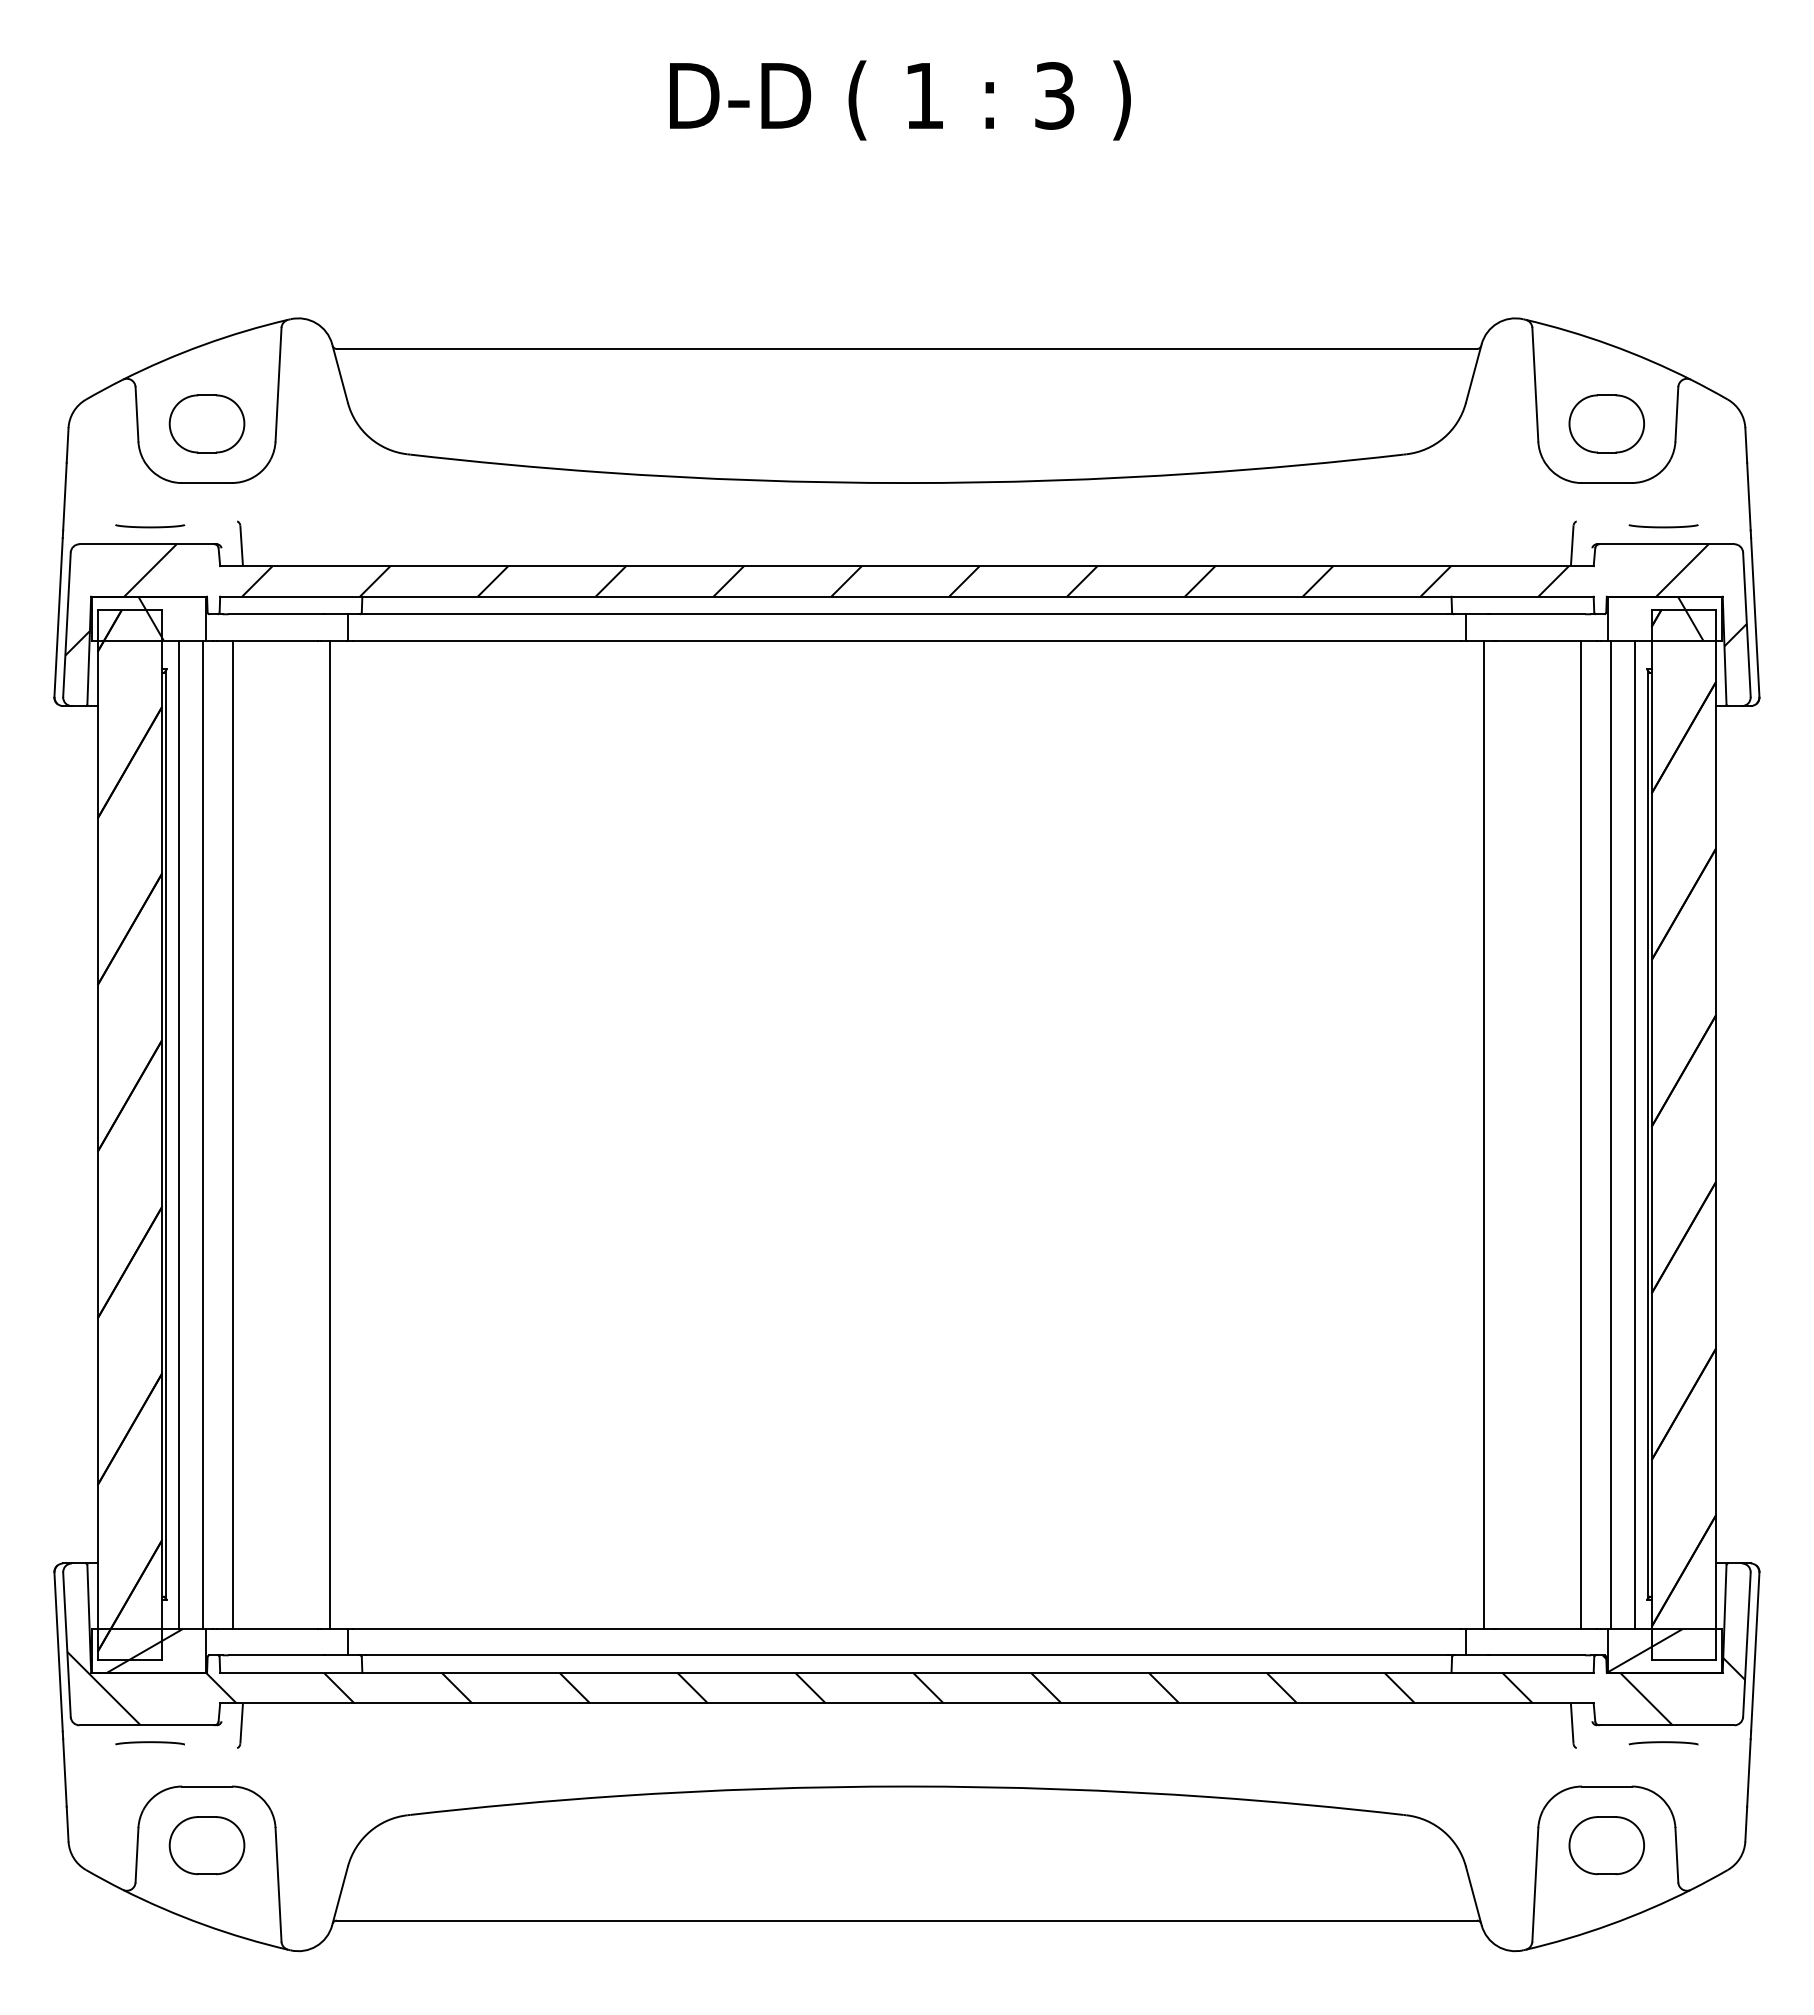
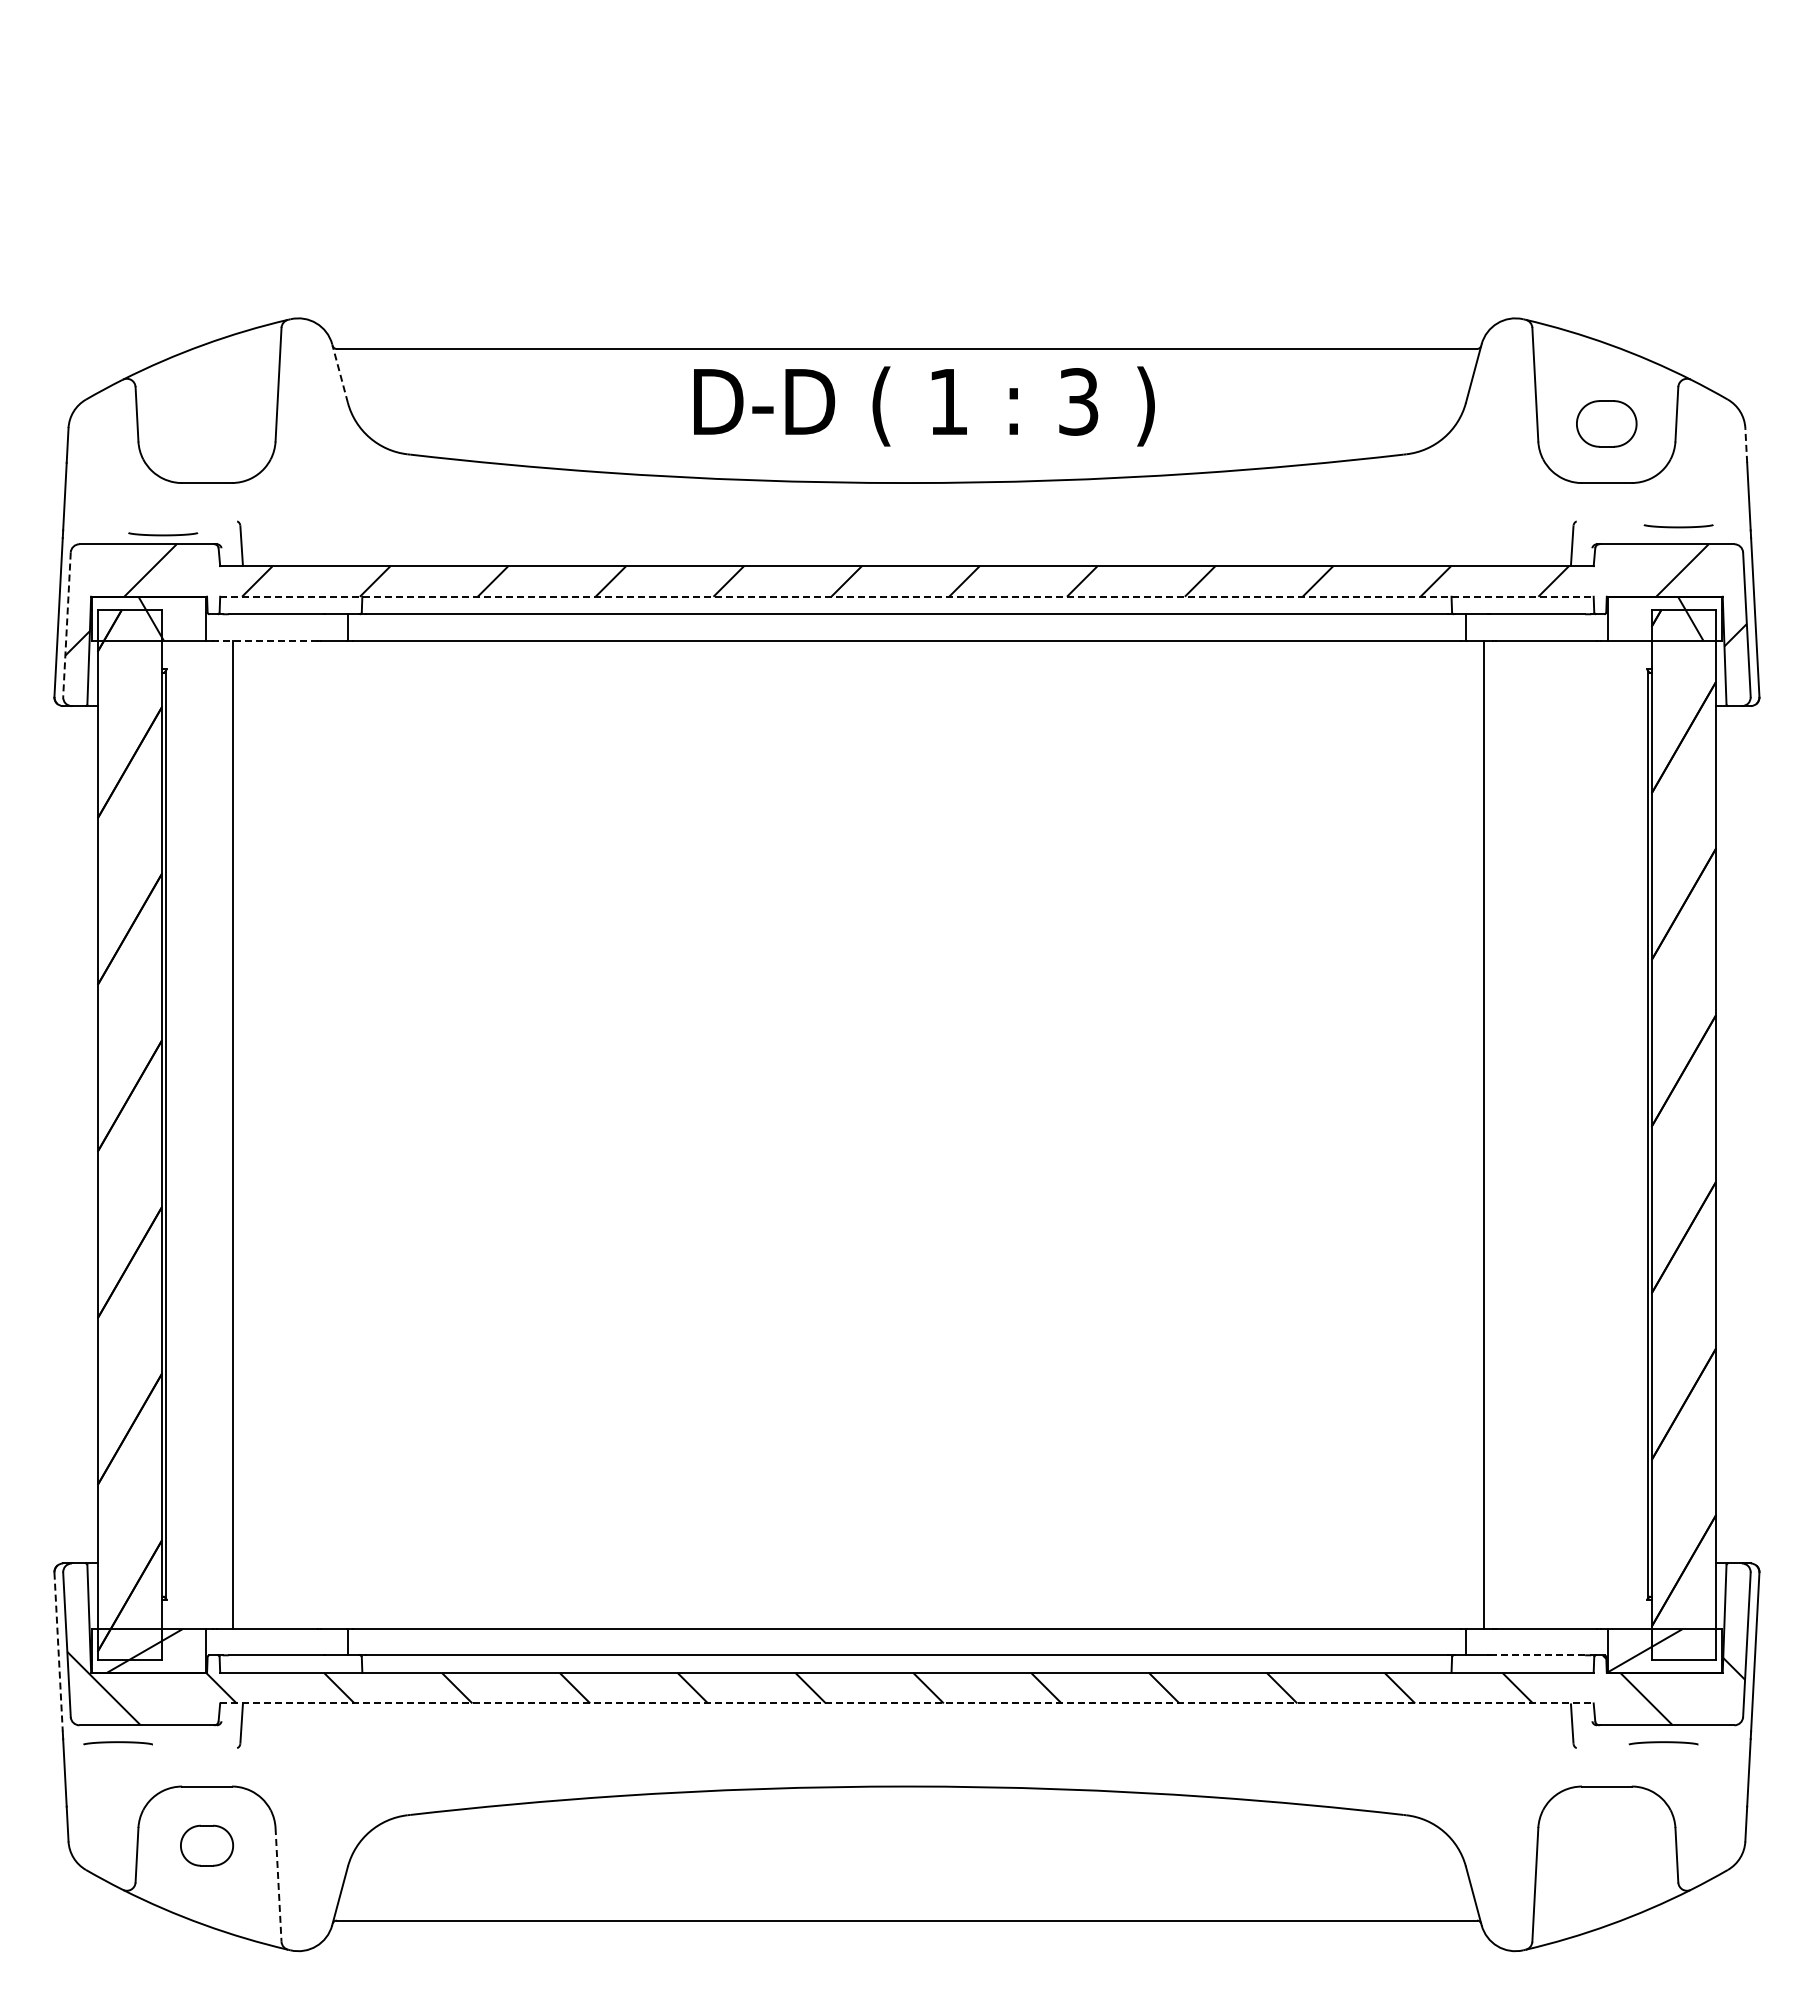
text at (900, 100) position: (900, 100) -> (924, 406)
line at (339, 373): solid -> dashed
part at (206, 423): present -> none
part at (1606, 423) size: 77x60 px -> 62x48 px
line at (1746, 444): solid -> dashed
curve at (150, 526) position: (150, 526) -> (163, 534)
curve at (1663, 526) position: (1663, 526) -> (1678, 526)
line at (906, 596): solid -> dashed
line at (66, 625): solid -> dashed
line at (267, 640): solid -> dashed
line at (179, 1134): present -> none
line at (203, 1134): present -> none
line at (329, 1134): present -> none
line at (1581, 1134): present -> none
line at (1610, 1134): present -> none
line at (1634, 1134): present -> none
line at (58, 1652): solid -> dashed
line at (1537, 1655): solid -> dashed
line at (906, 1703): solid -> dashed
curve at (149, 1743) position: (149, 1743) -> (117, 1743)
part at (206, 1845) size: 78x60 px -> 55x43 px
part at (1606, 1845): present -> none
line at (278, 1884): solid -> dashed
